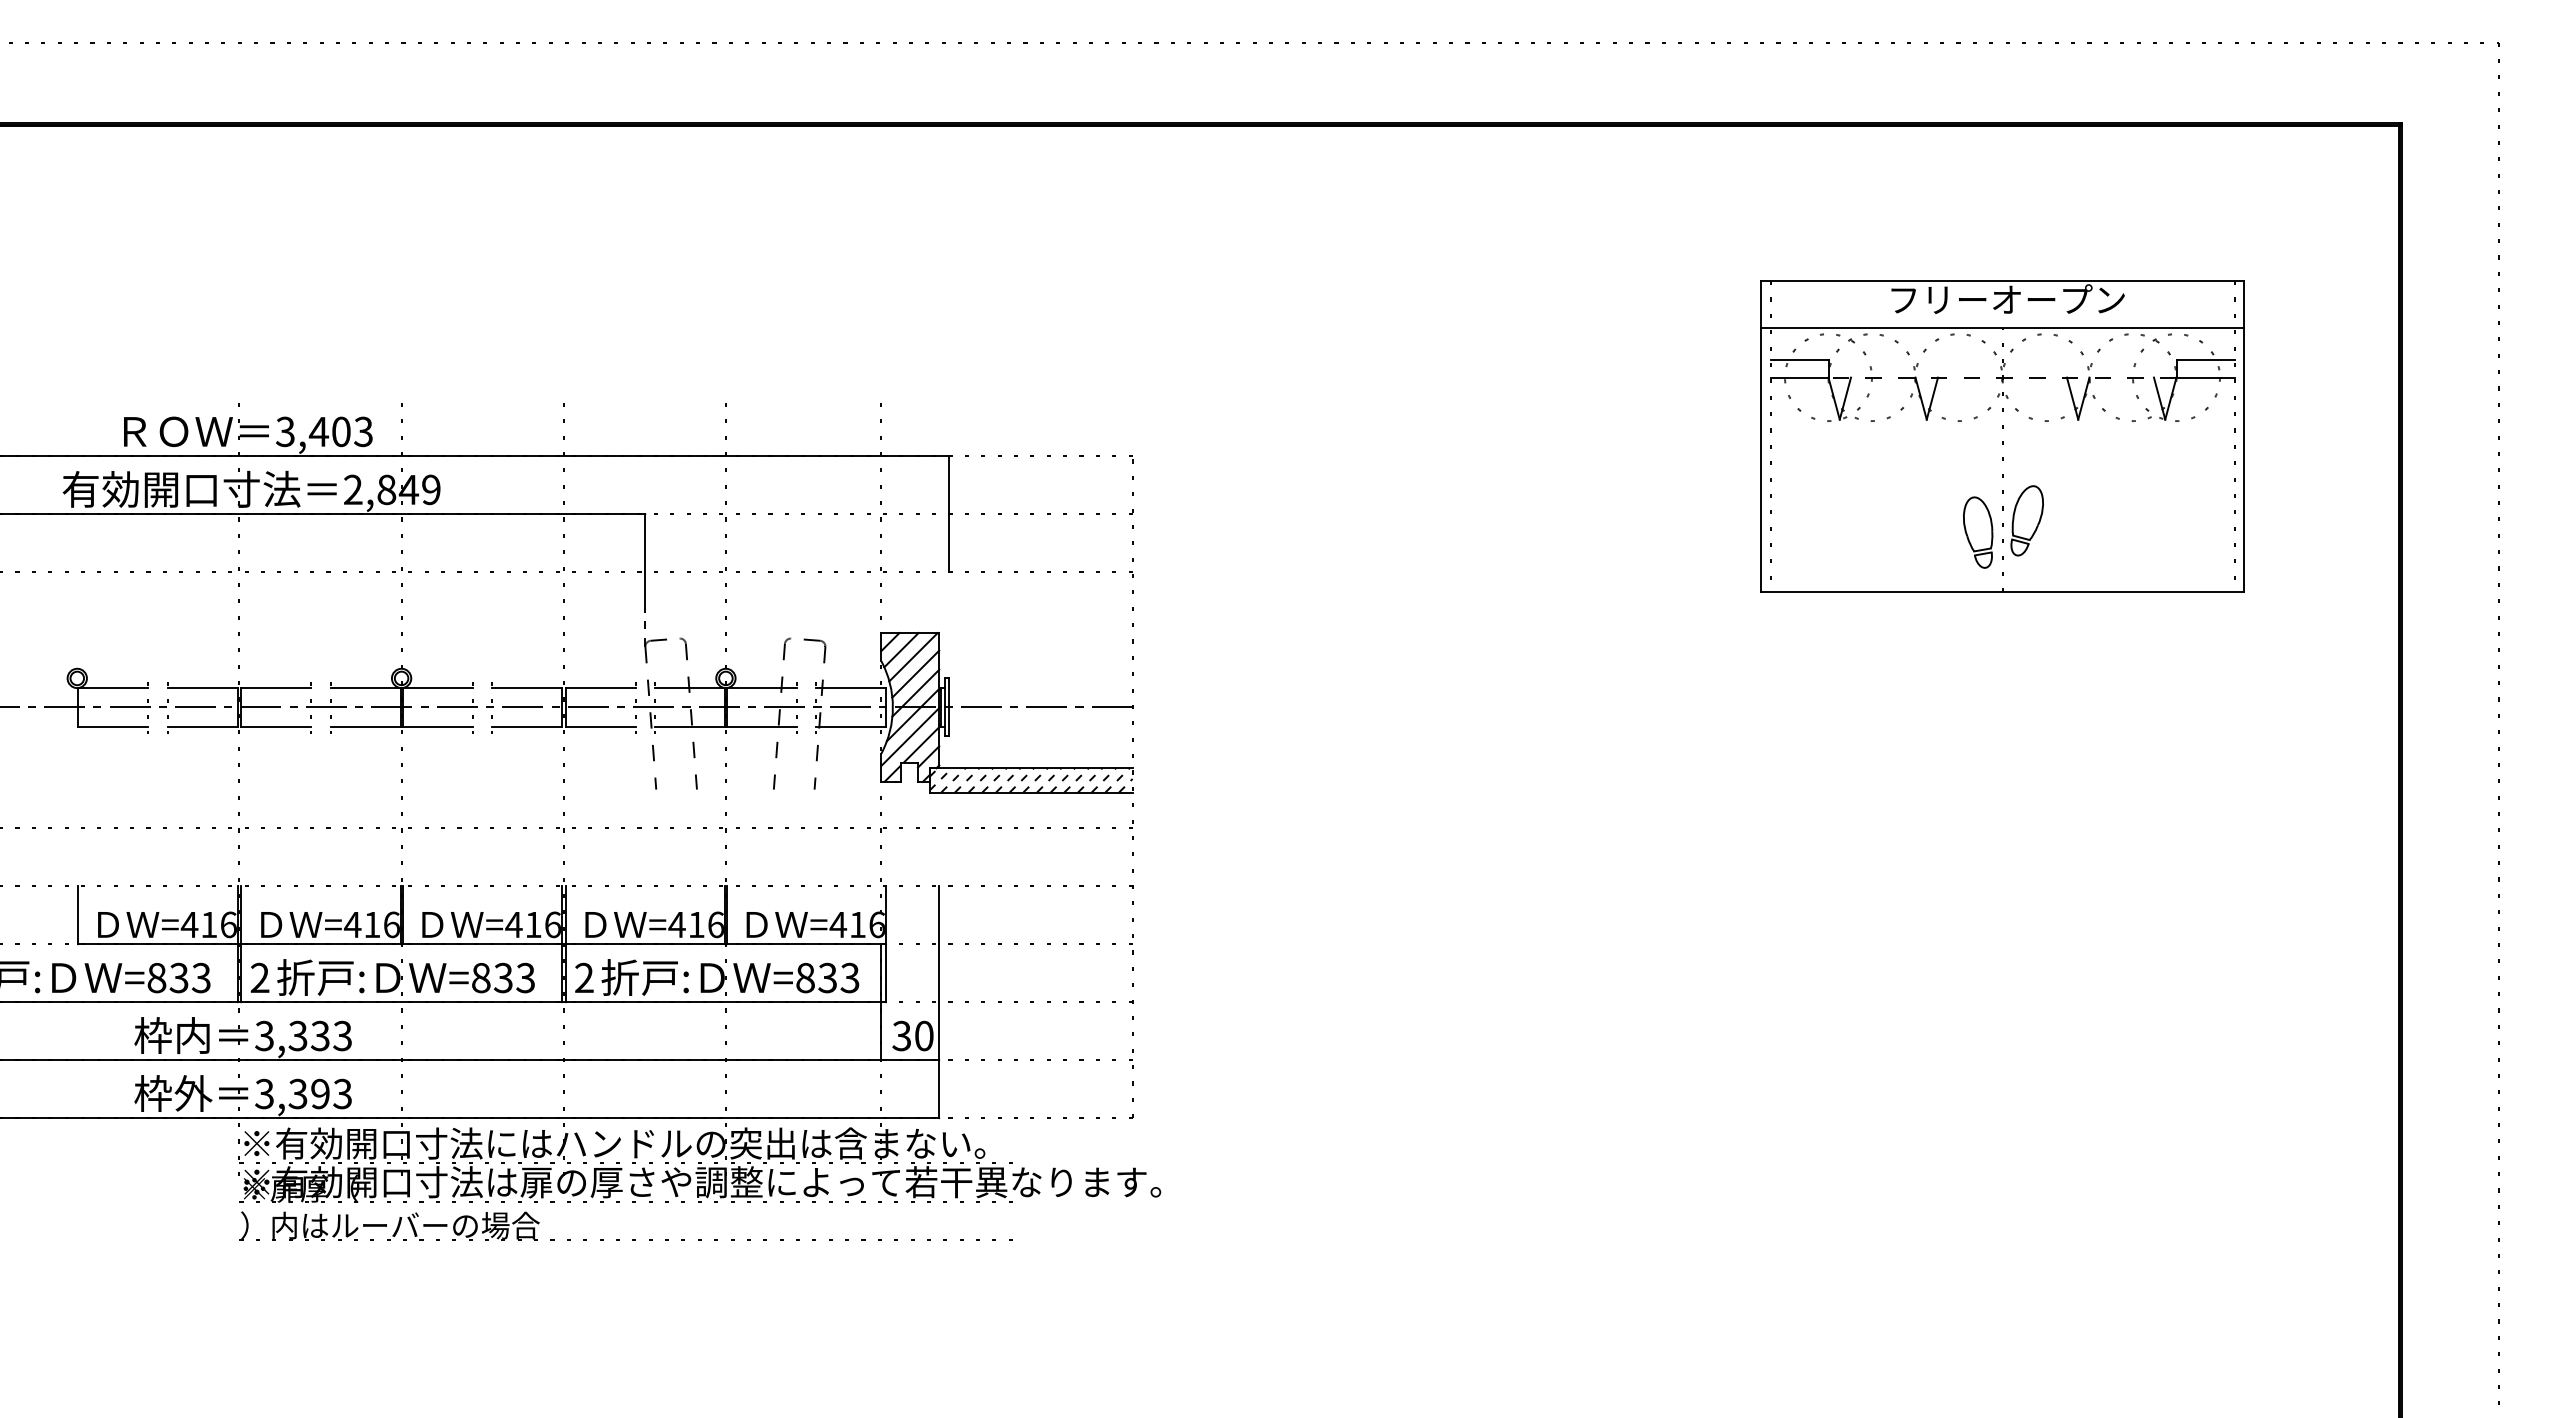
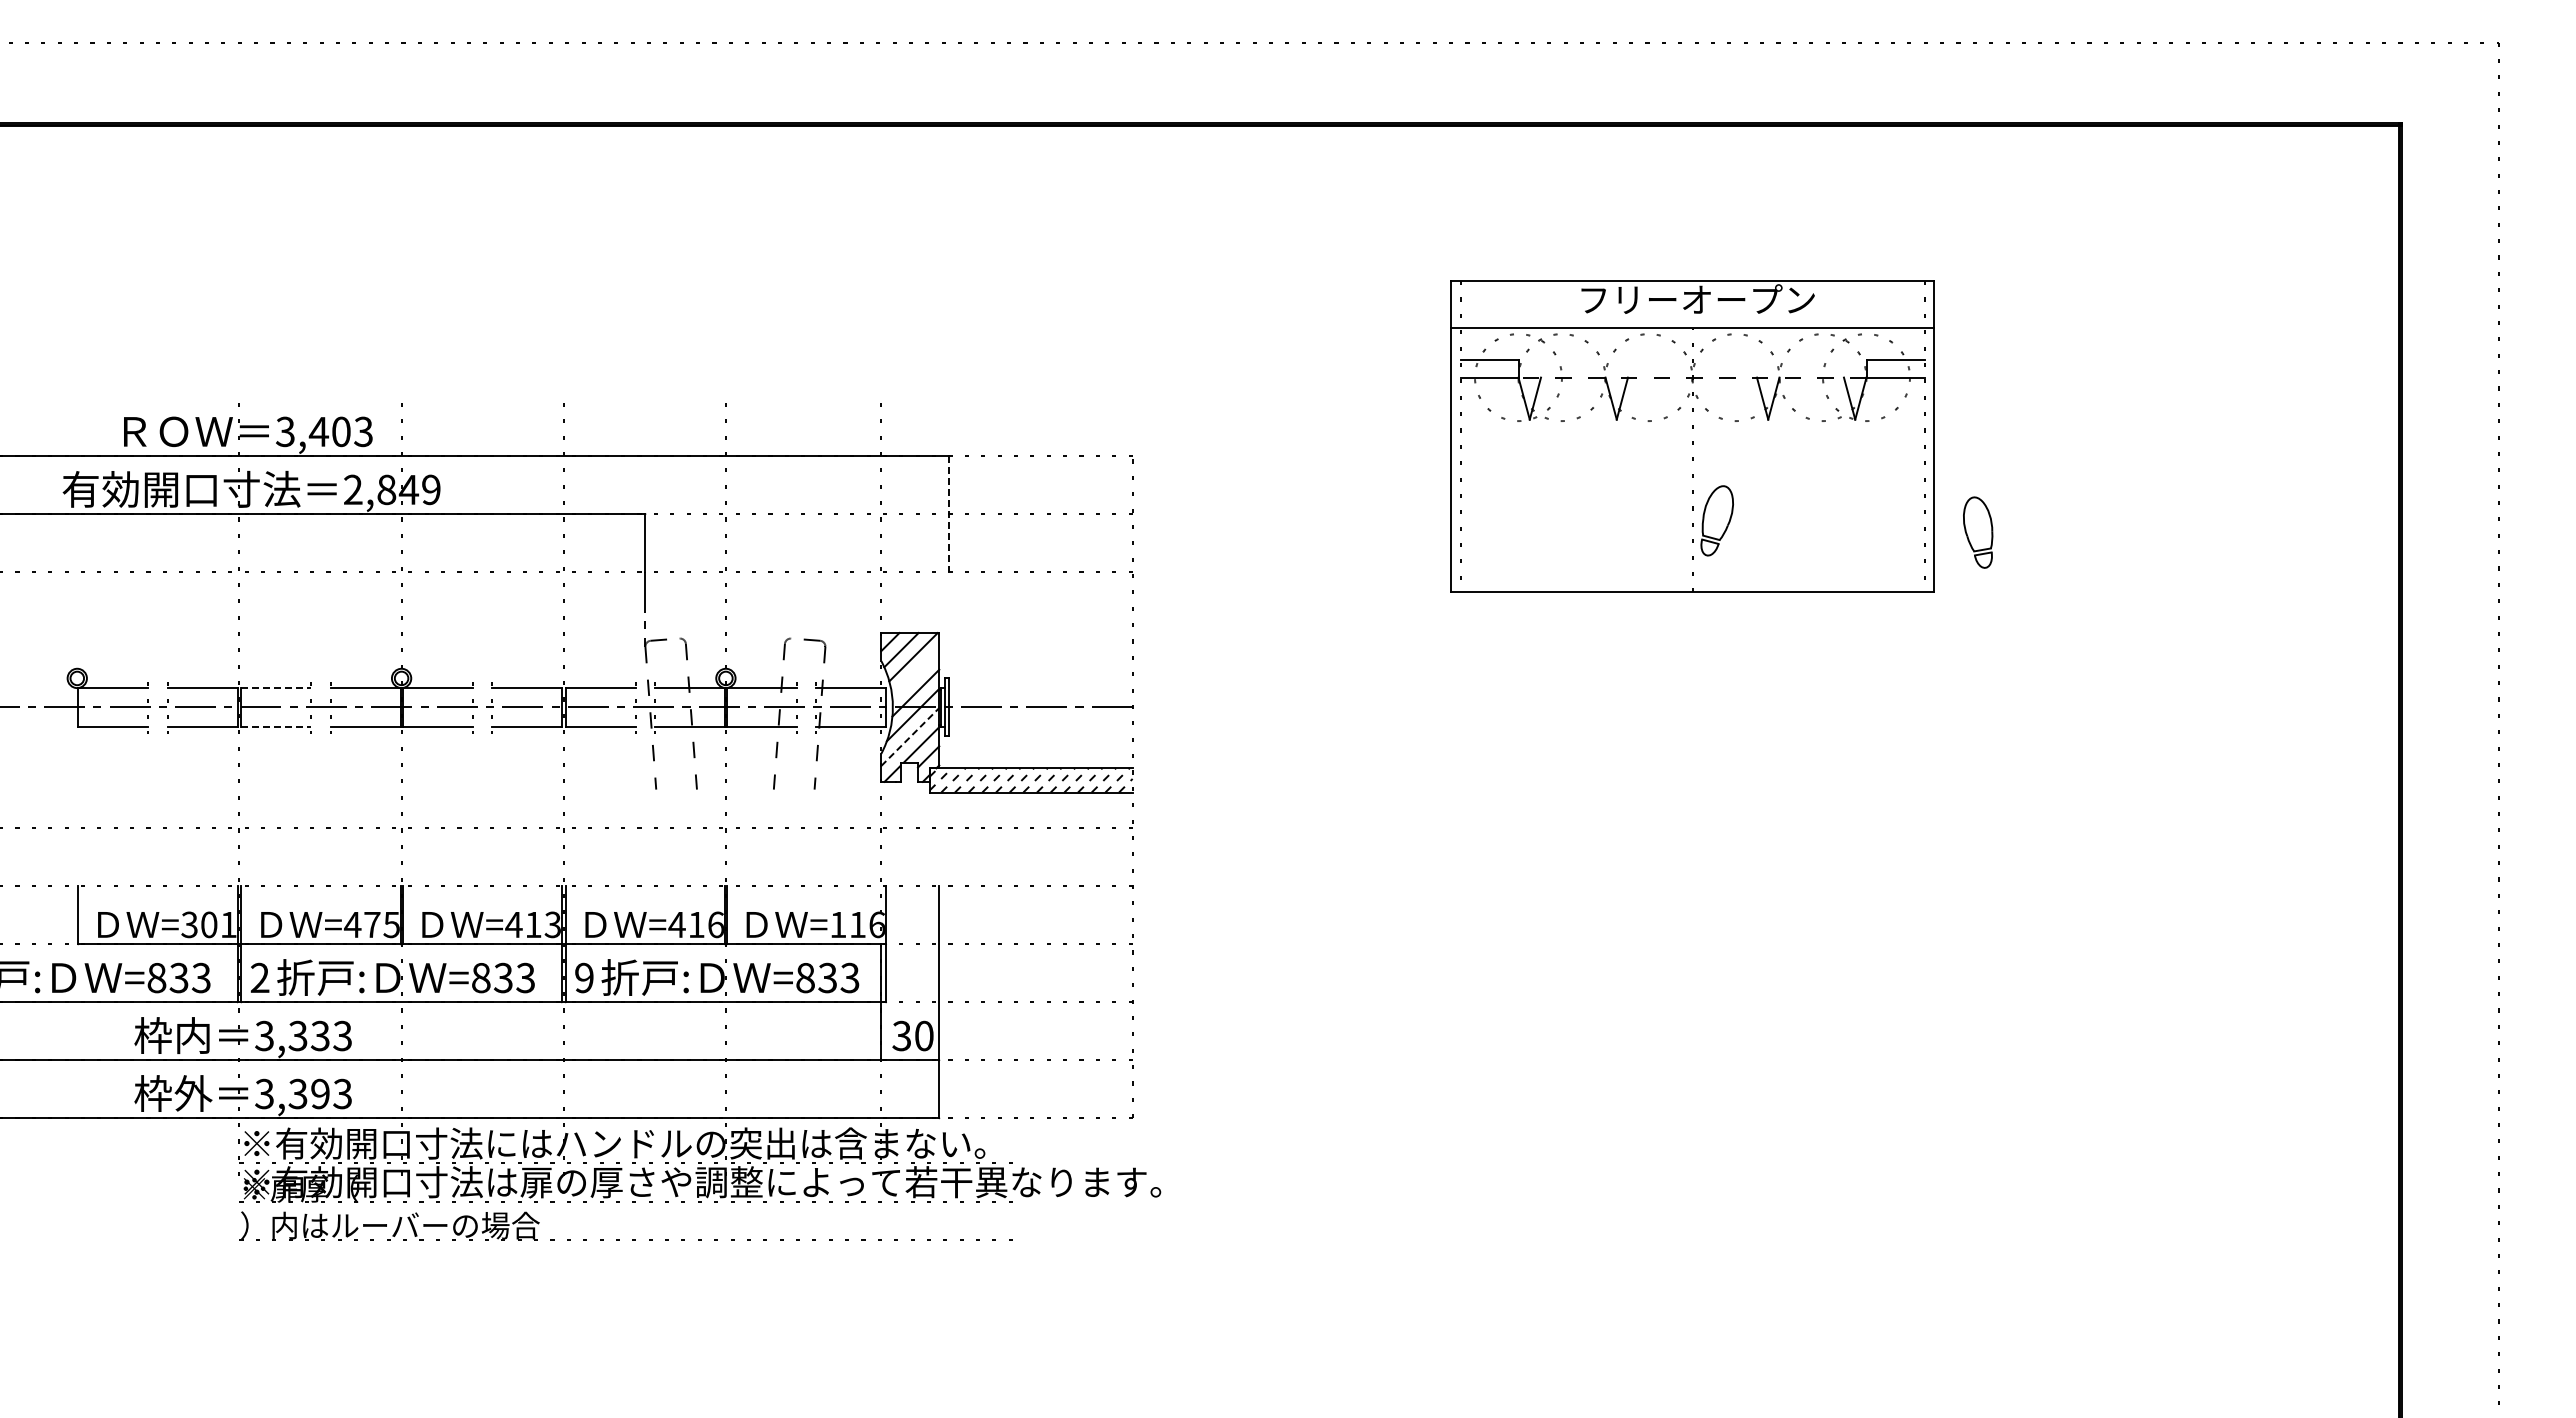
part at (2002, 436) position: (2002, 436) -> (1692, 436)
line at (948, 514): solid -> dashed
line at (915, 673): present -> none
line at (276, 688): solid -> dashed
line at (276, 726): solid -> dashed
line at (910, 736): solid -> dashed
text at (208, 924): =416 -> =301
text at (381, 924): =416 -> =475
text at (552, 924): =416 -> =413
text at (838, 924): =416 -> =116
text at (584, 978): 2 -> 9
